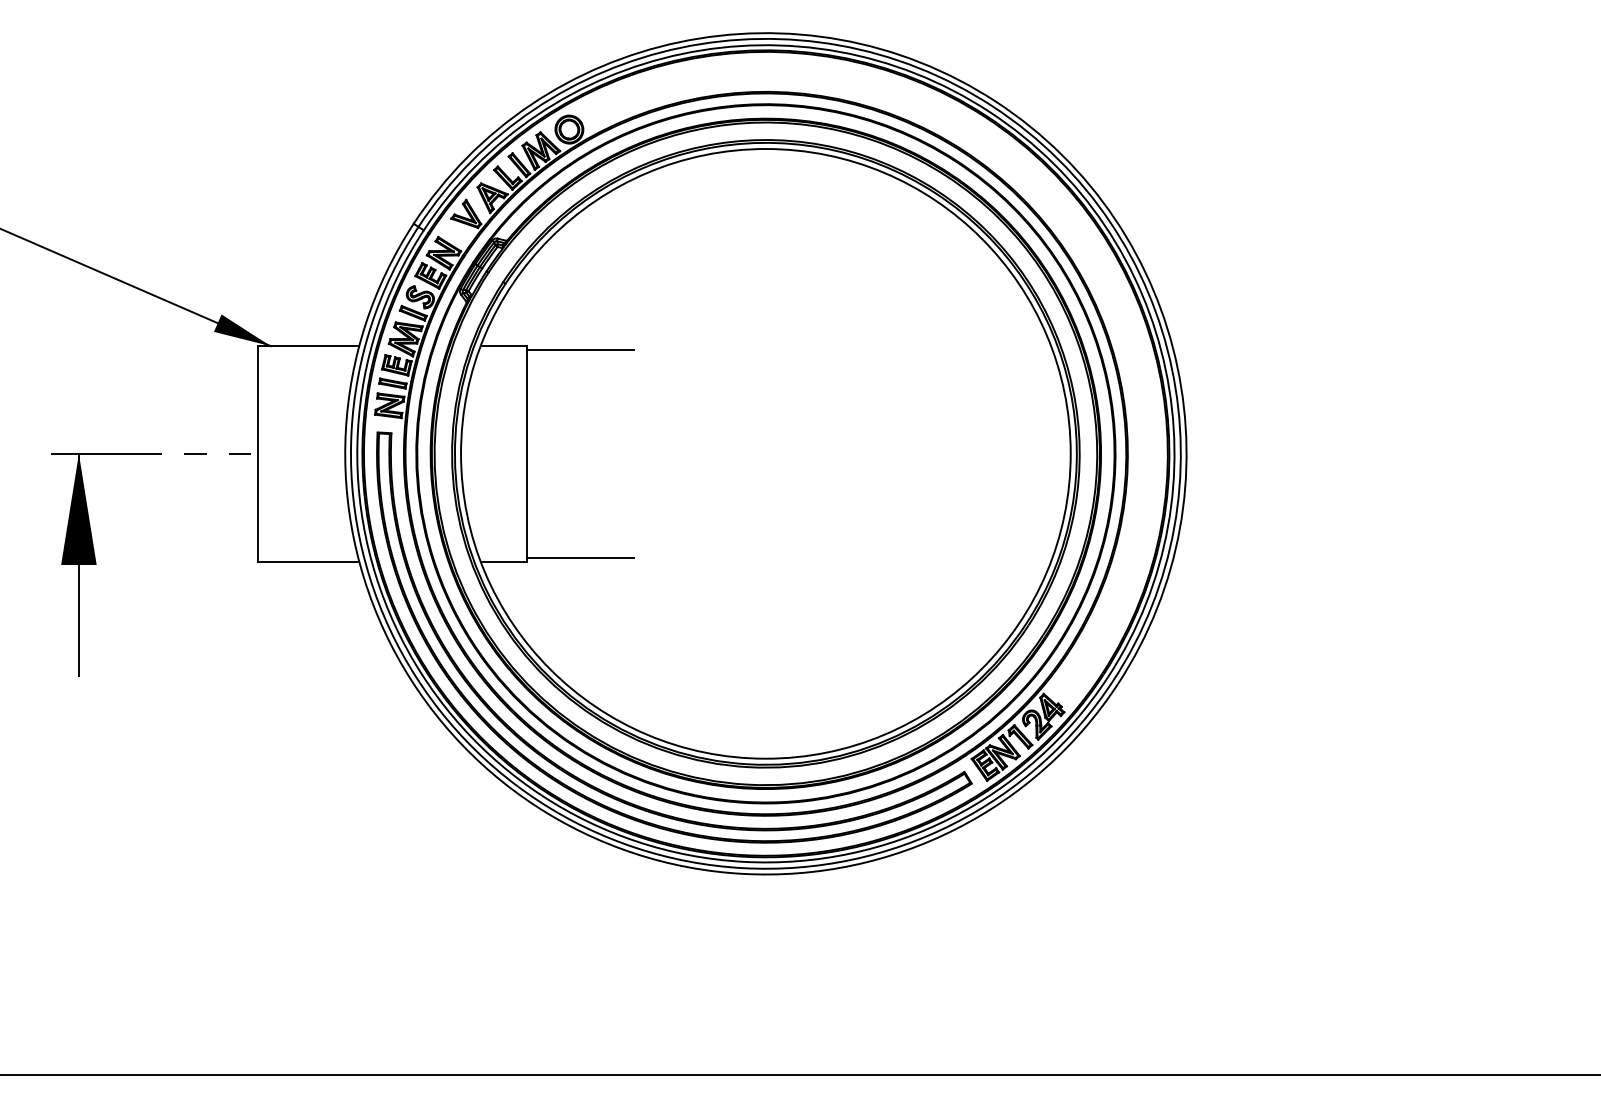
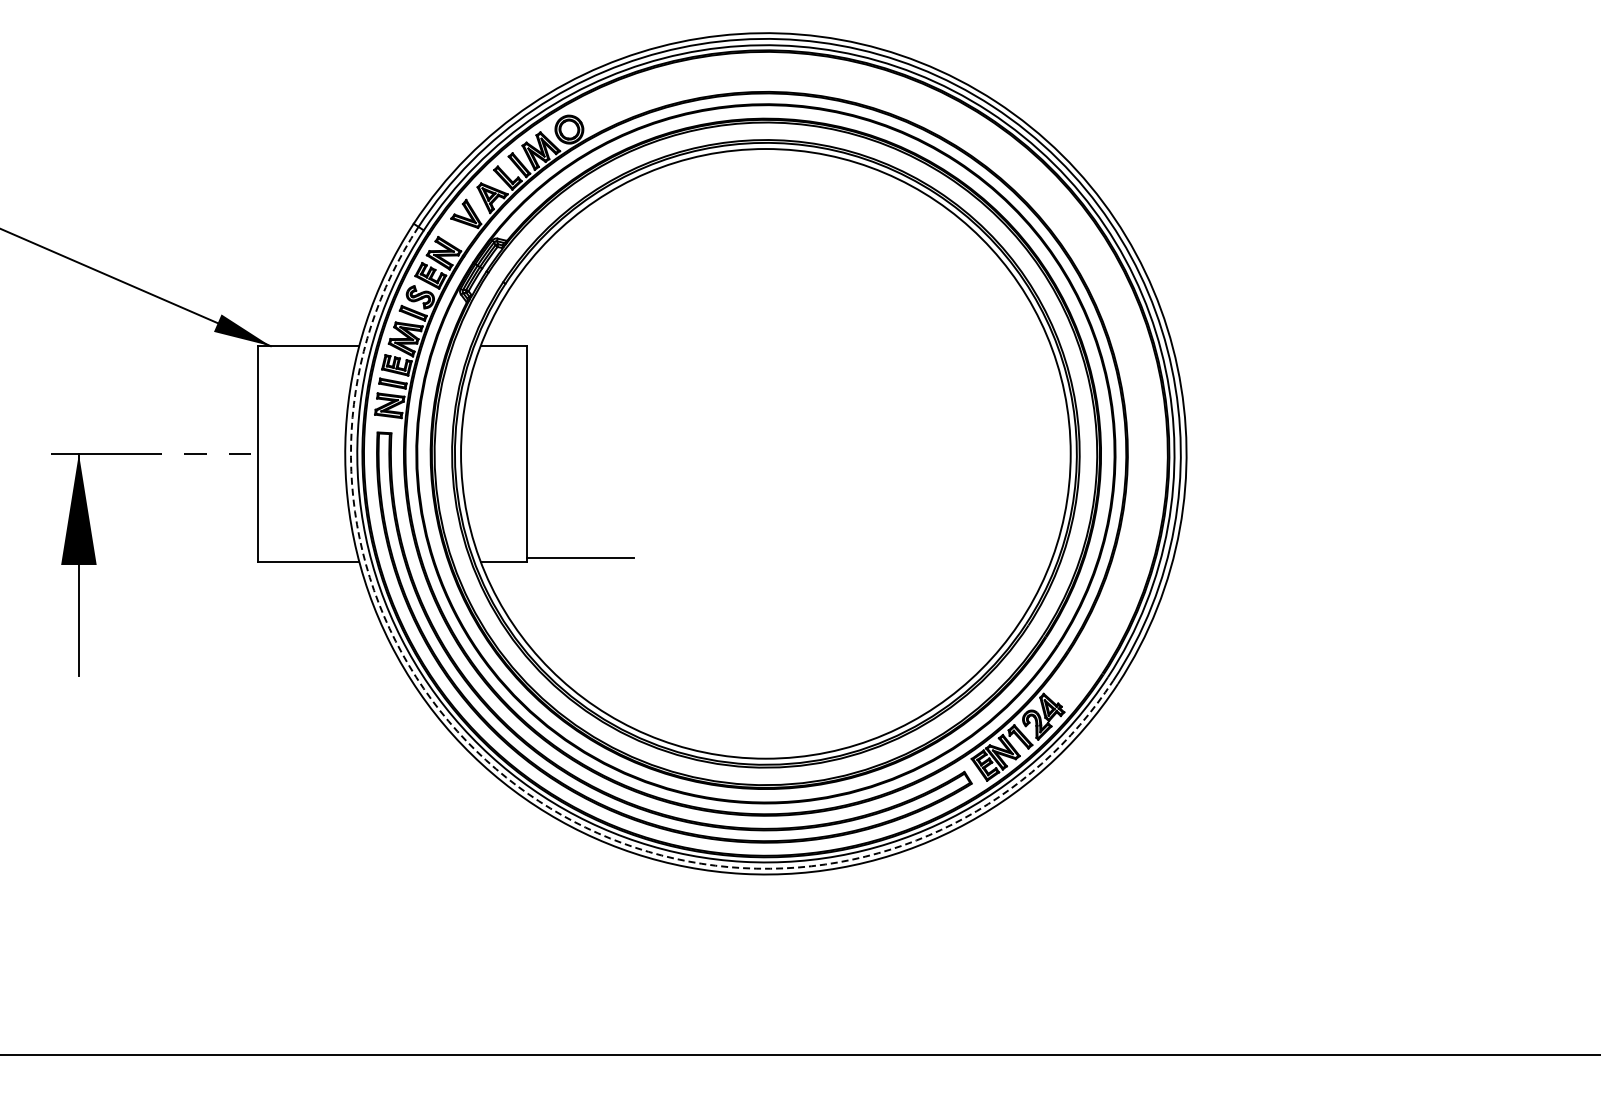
line at (580, 349): present -> none
arc at (538, 801): solid -> dashed
line at (799, 1074) position: (799, 1074) -> (799, 1054)
